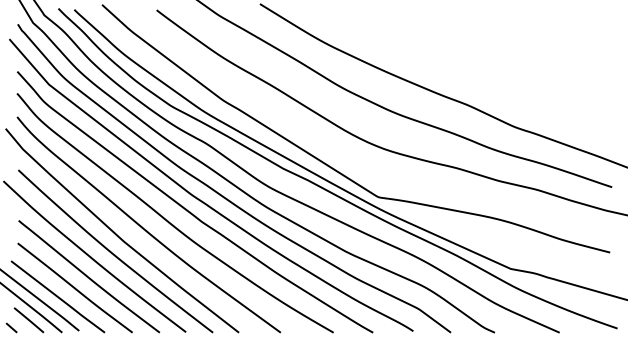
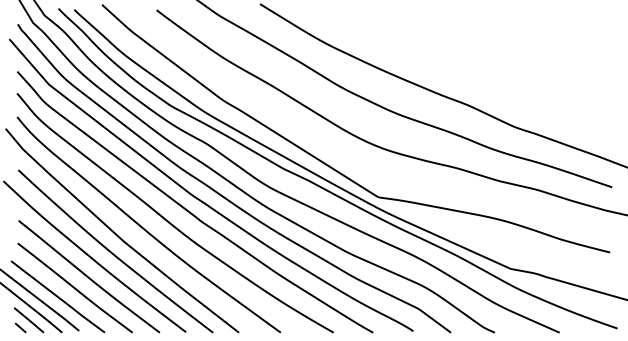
line at (11, 327) position: (11, 327) -> (20, 327)
